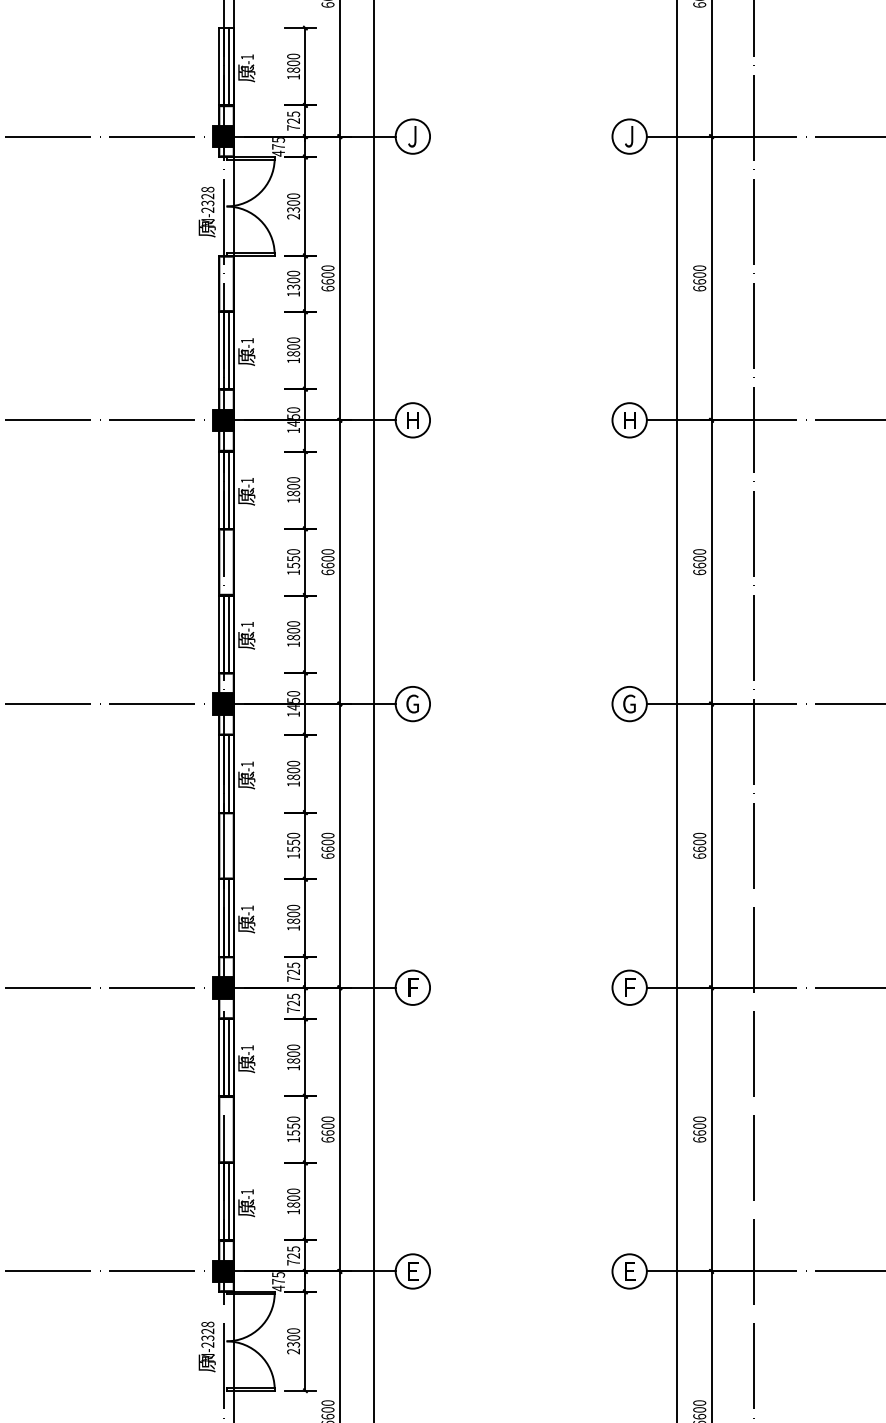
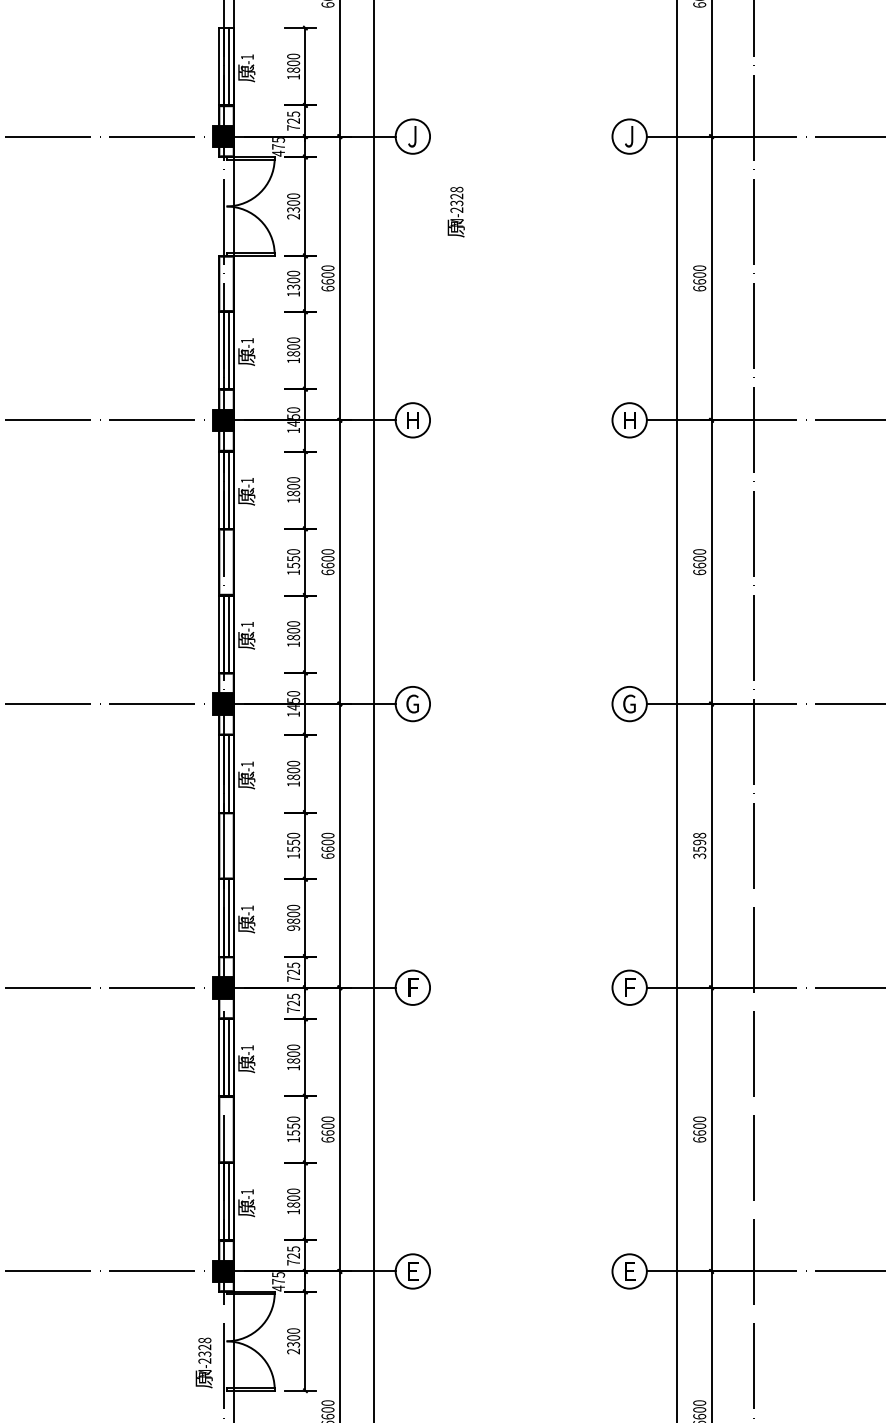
text at (206, 211) position: (206, 211) -> (455, 211)
text at (699, 845): 6600 -> 3598
text at (293, 927): 1800 -> 9800
text at (206, 1346) position: (206, 1346) -> (203, 1362)
